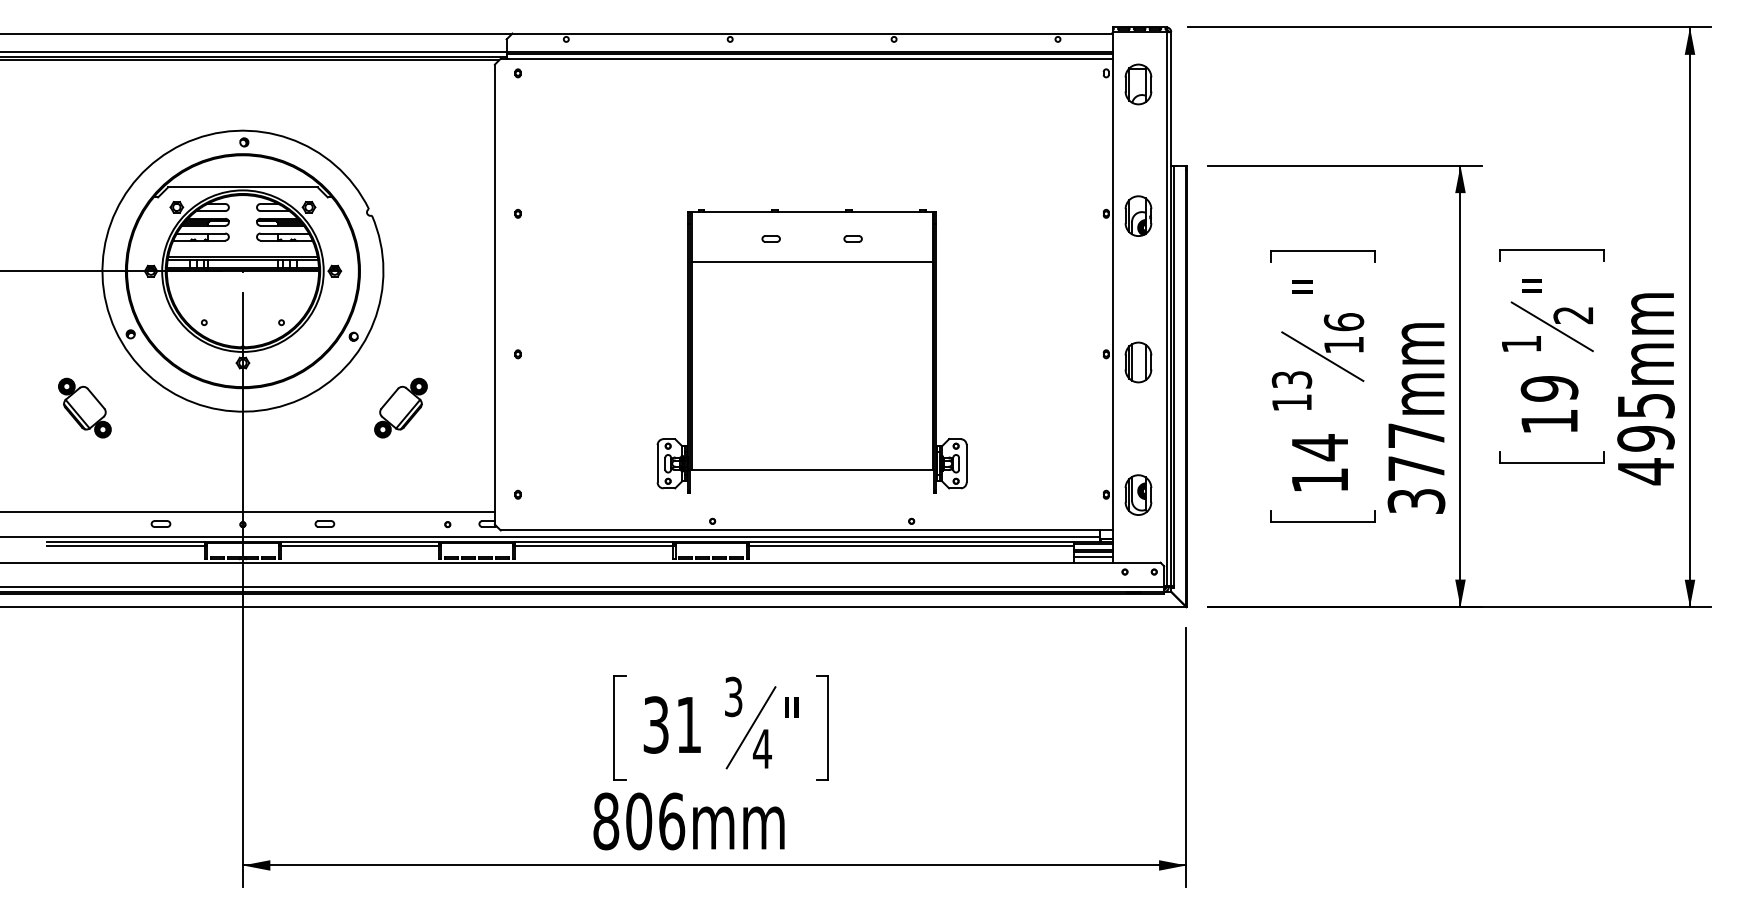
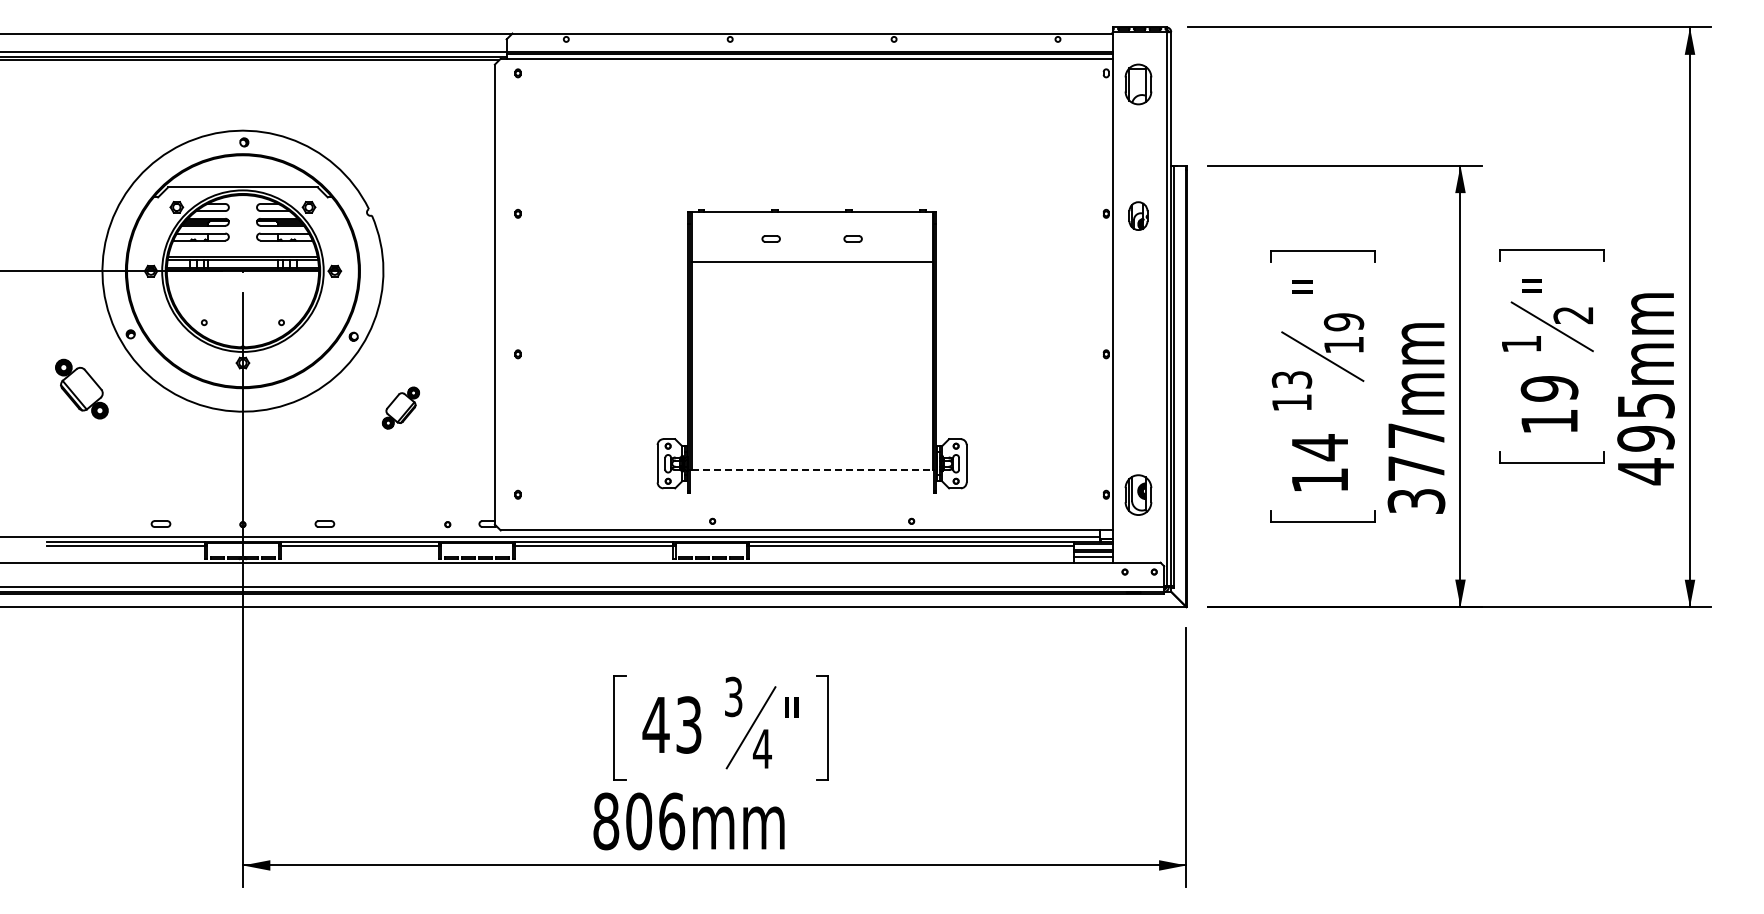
part at (1138, 215) size: 29x42 px -> 21x30 px
text at (1343, 322): 16 -> 19
part at (1138, 362): present -> none
part at (84, 407) position: (84, 407) -> (81, 388)
part at (400, 407) size: 54x62 px -> 38x44 px
line at (812, 469): solid -> dashed
line at (248, 512): present -> none
text at (671, 724): 31 -> 43
